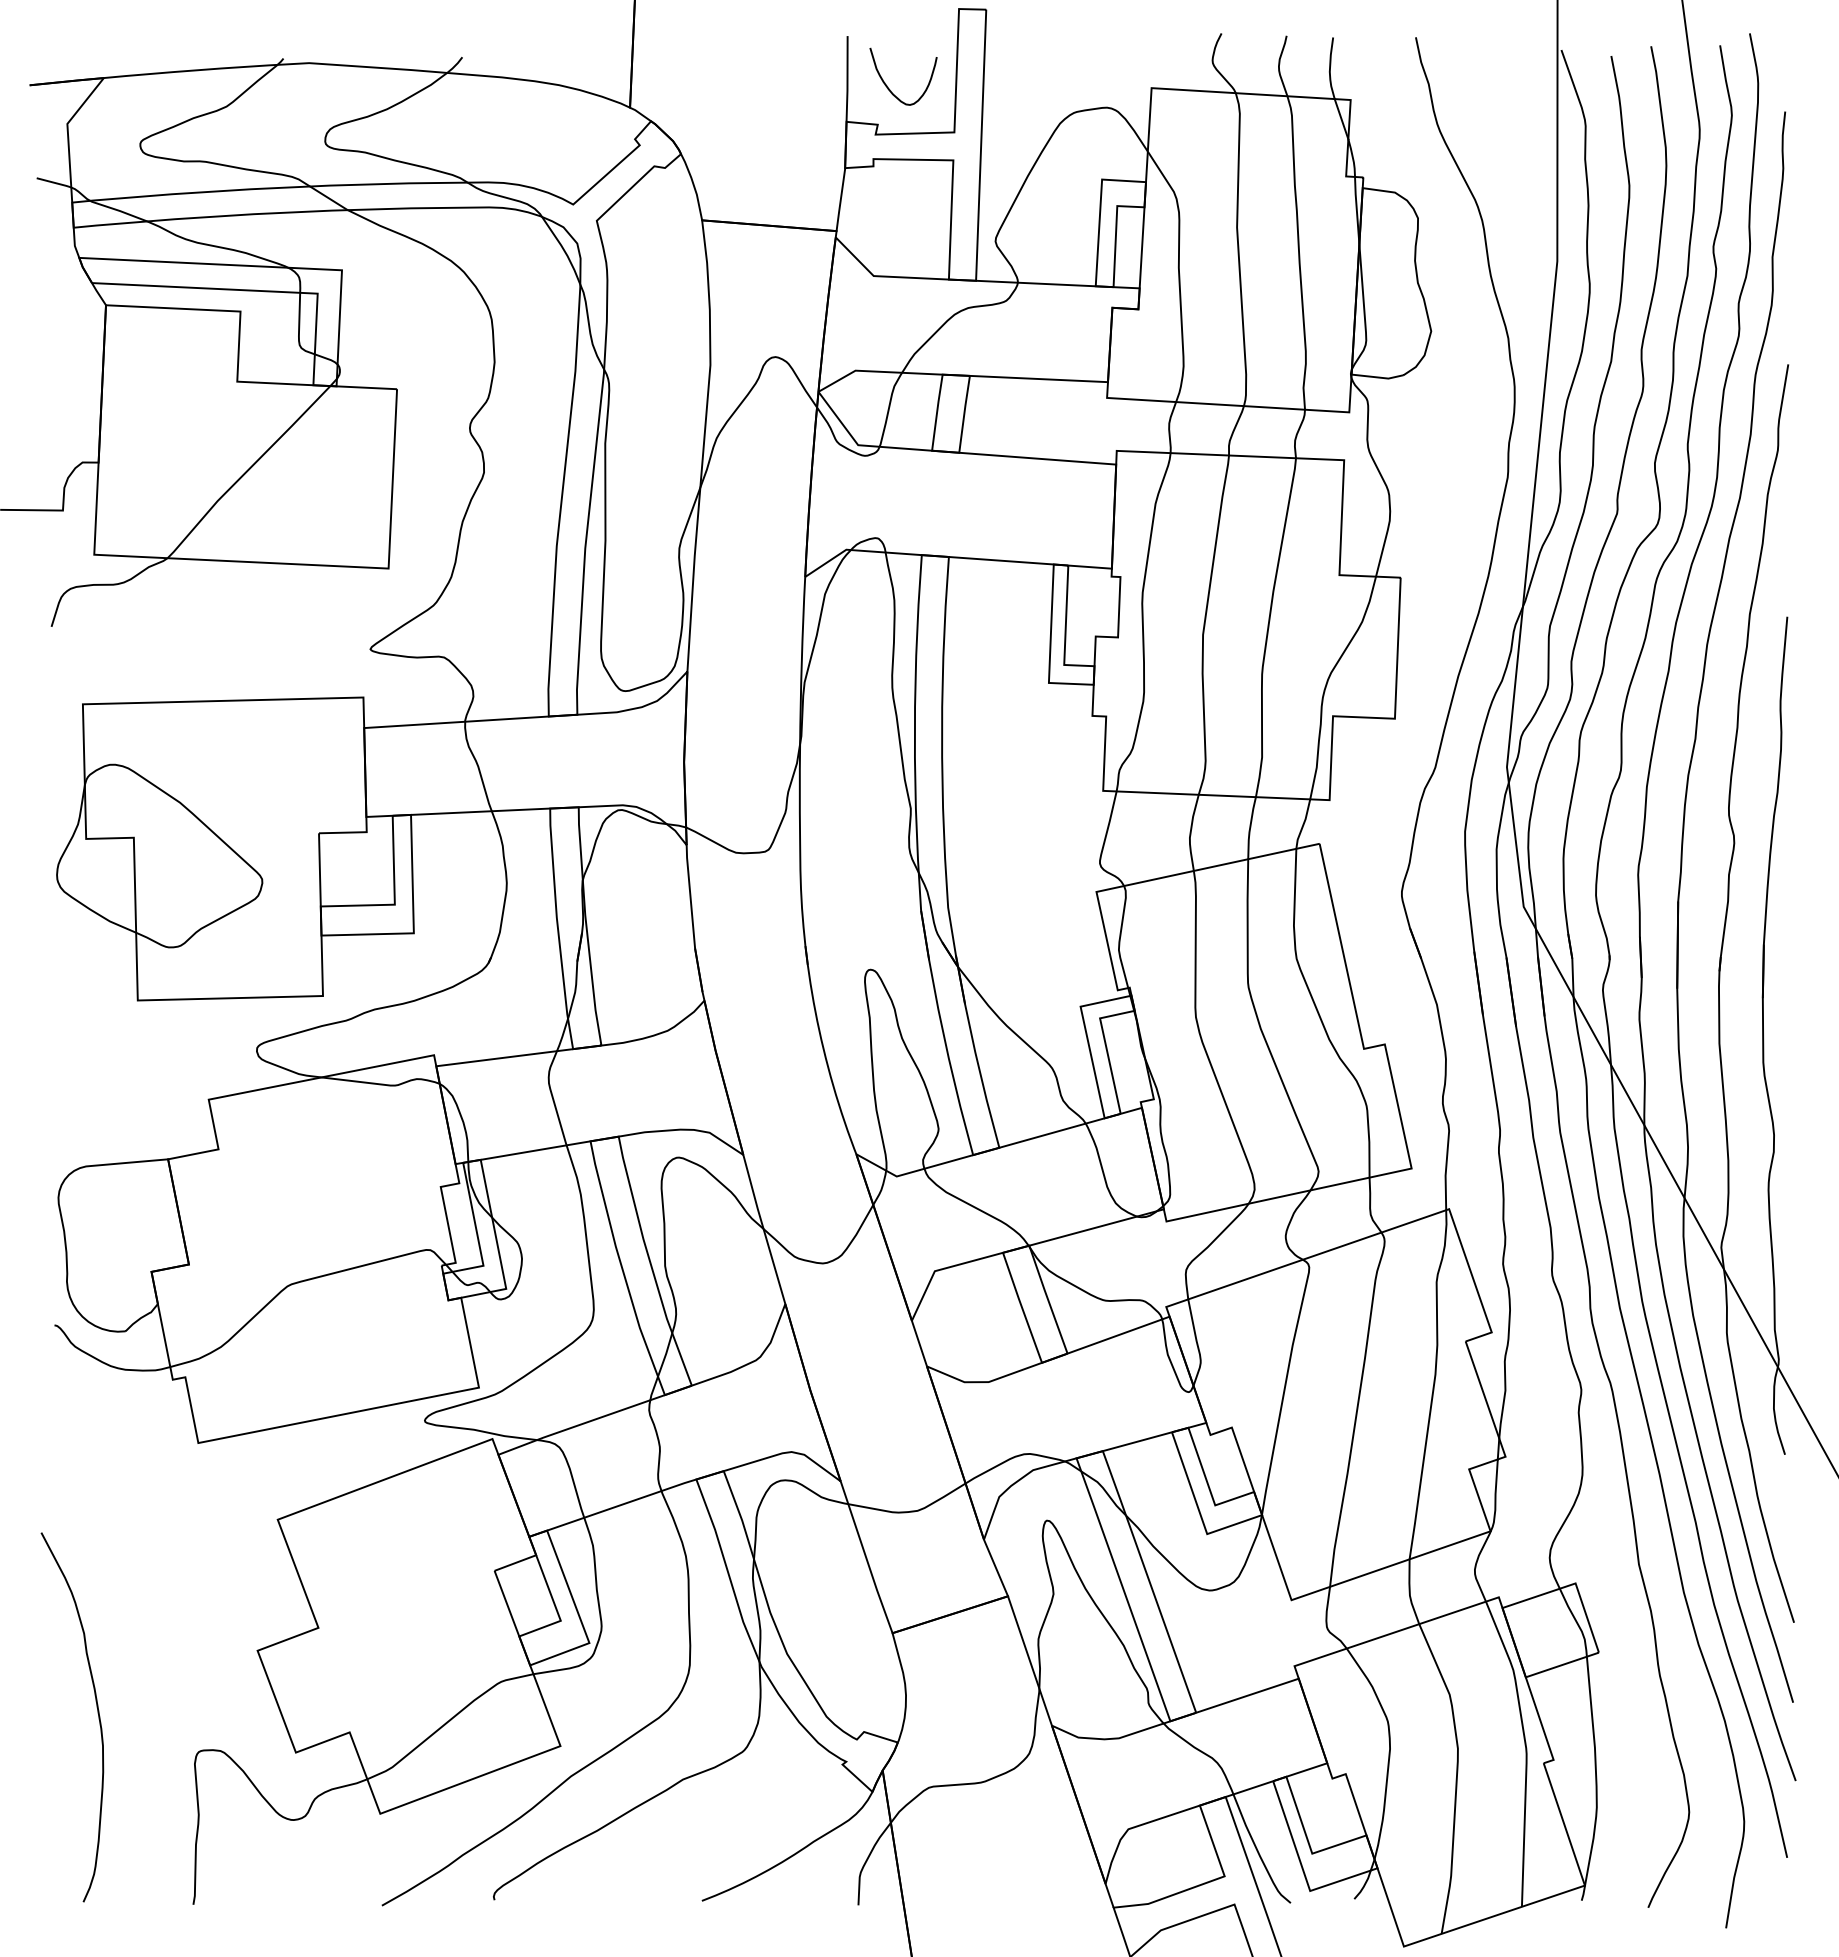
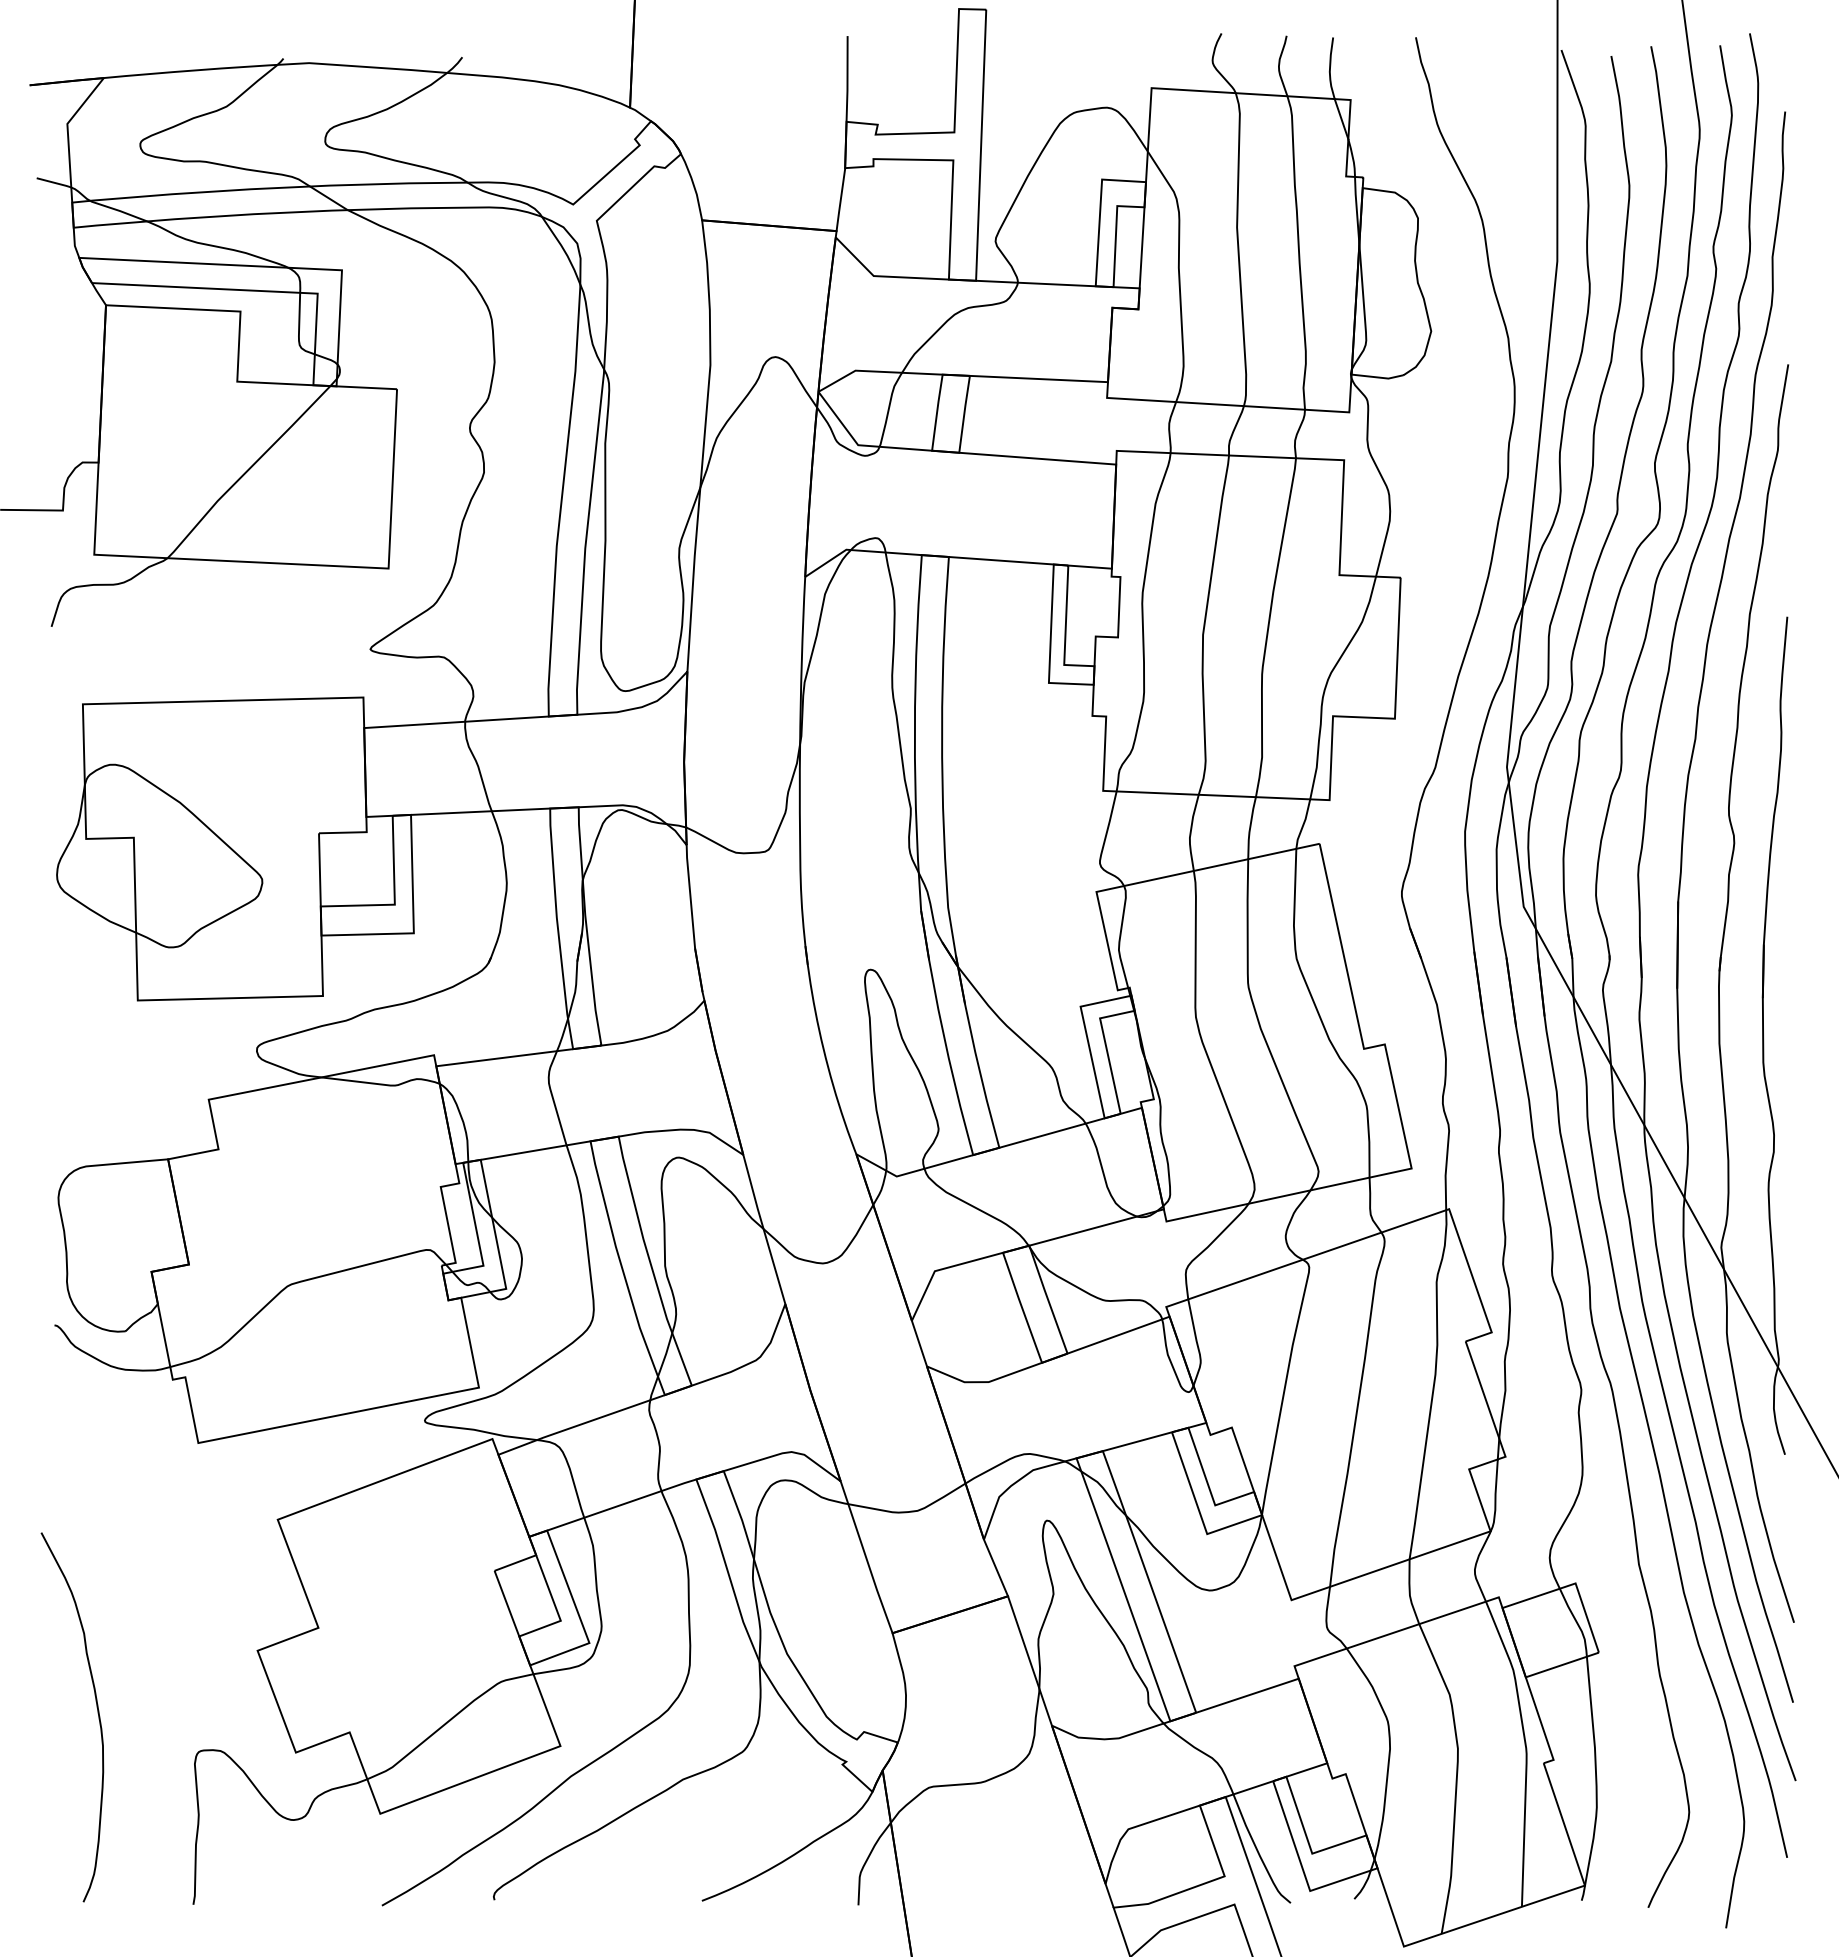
curve at (887, 85): present -> none
